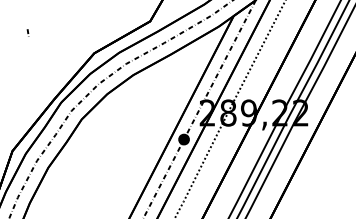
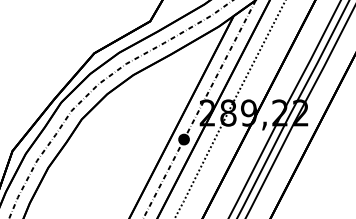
line at (27, 32): present -> none
